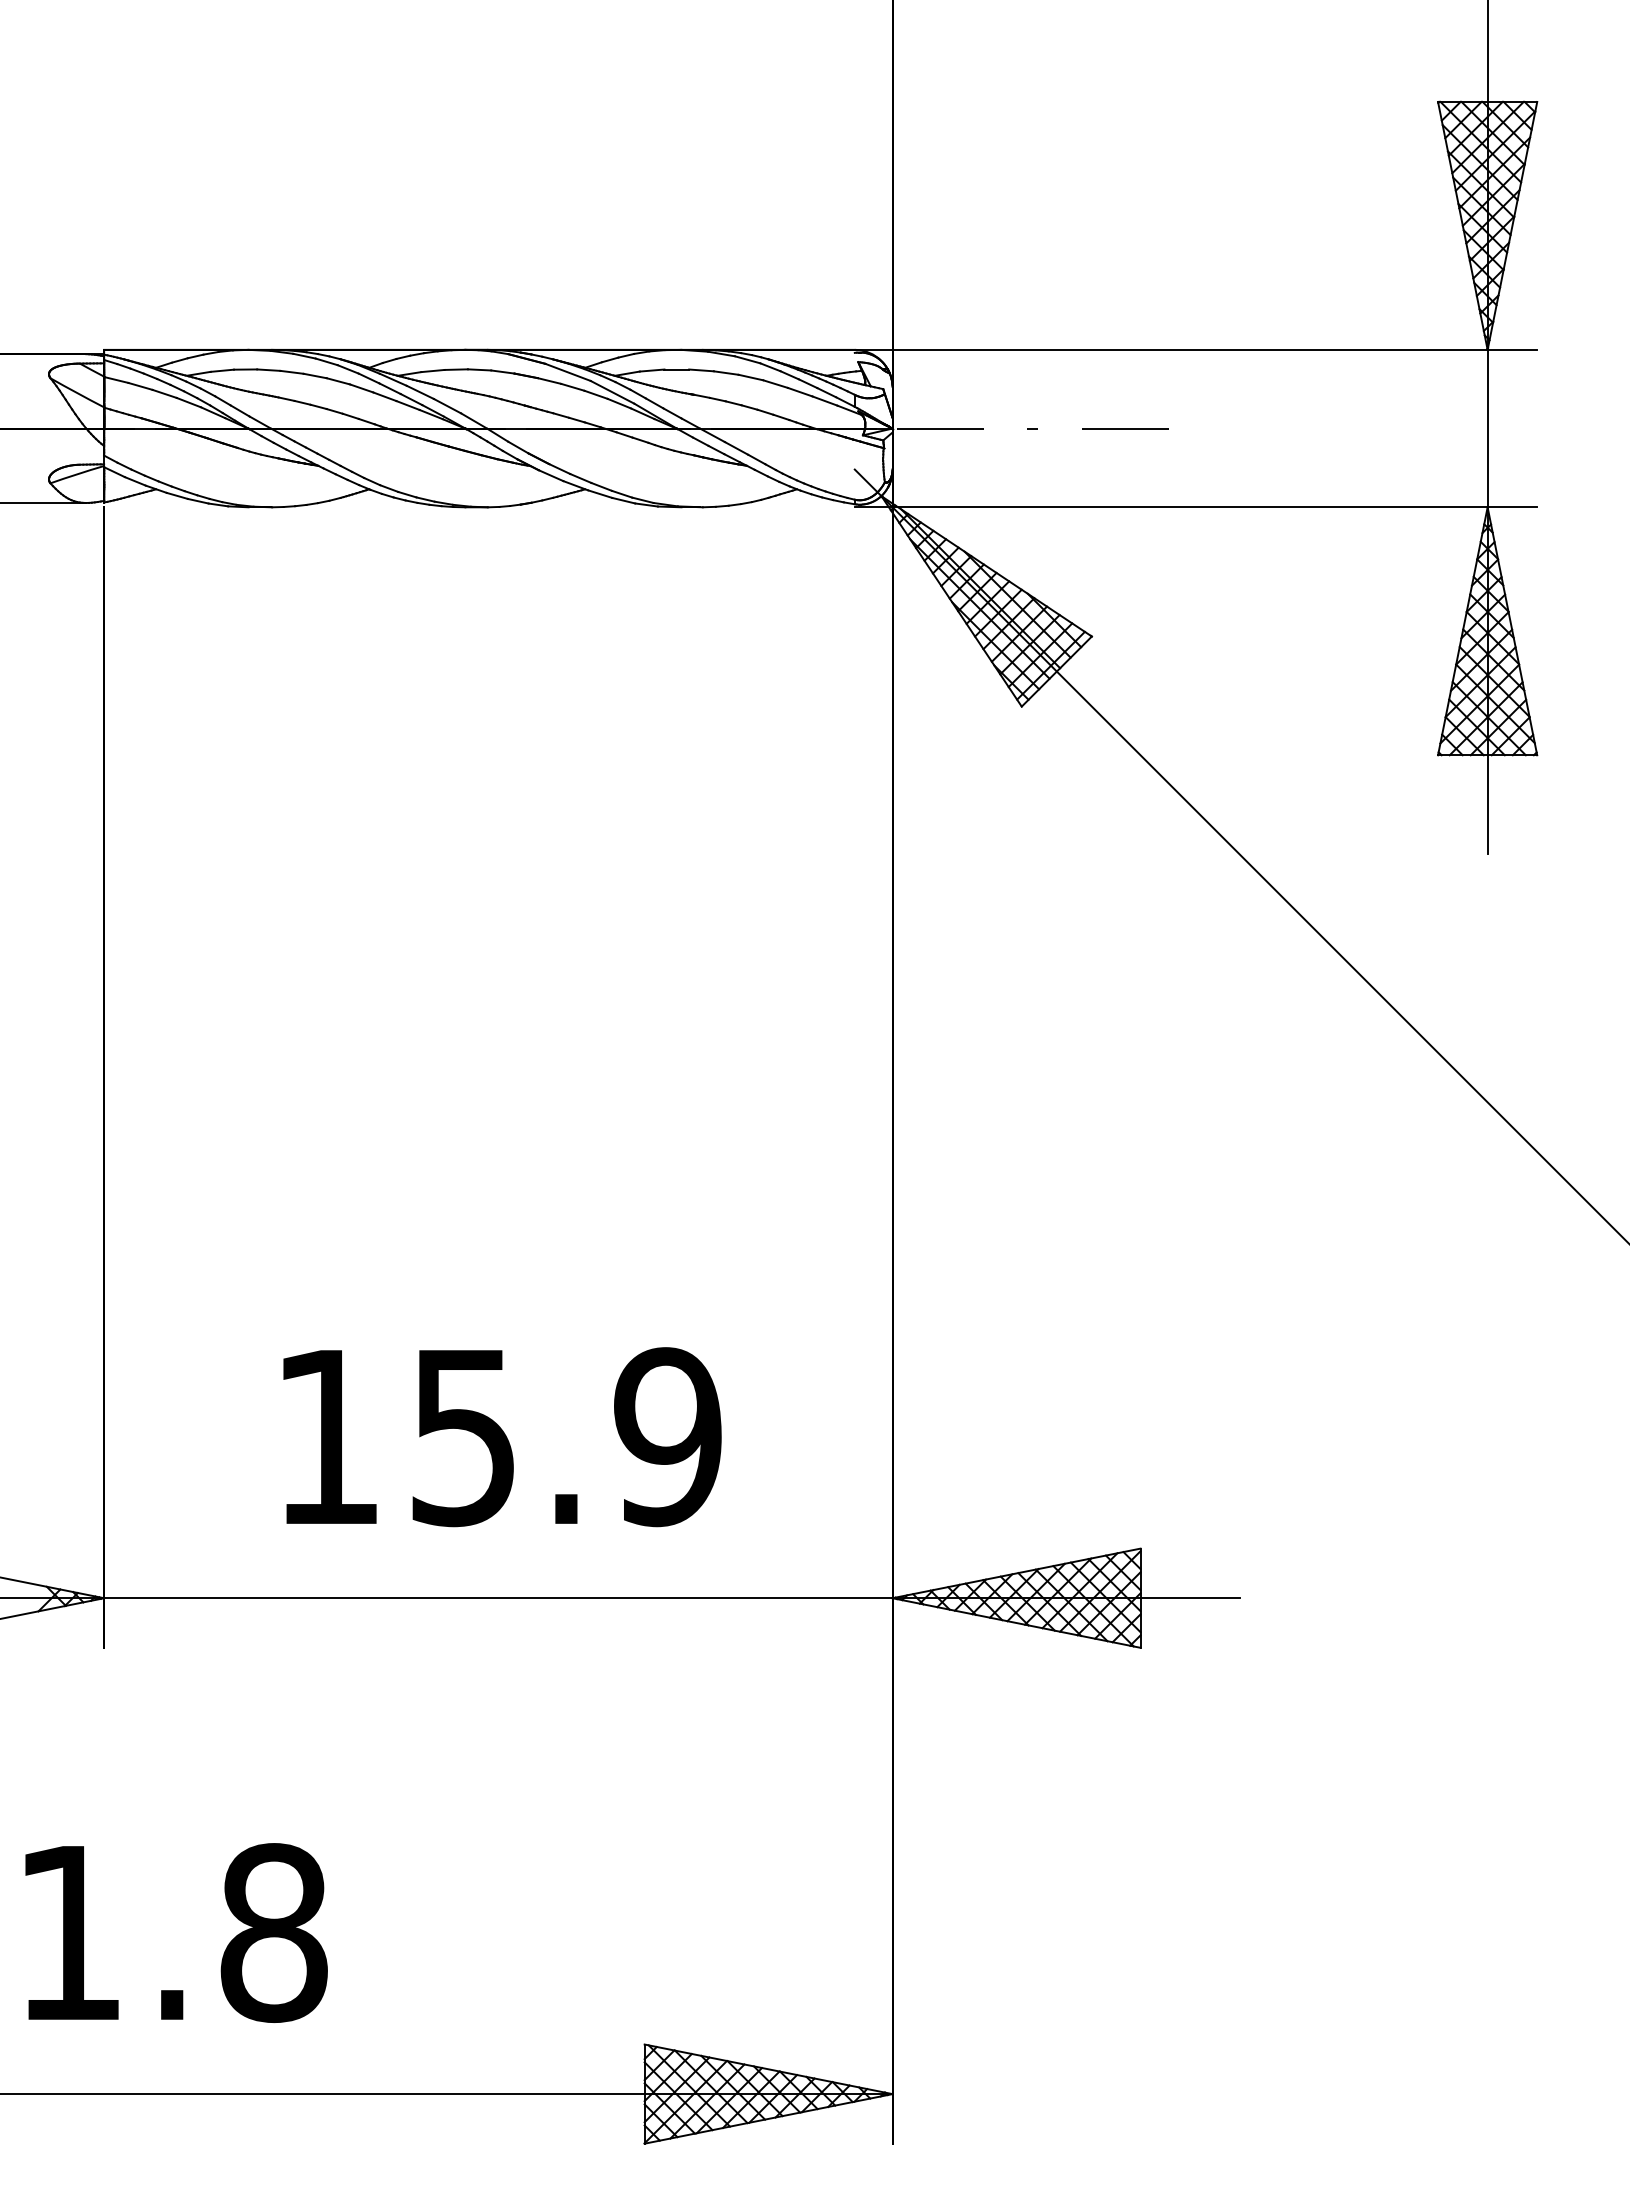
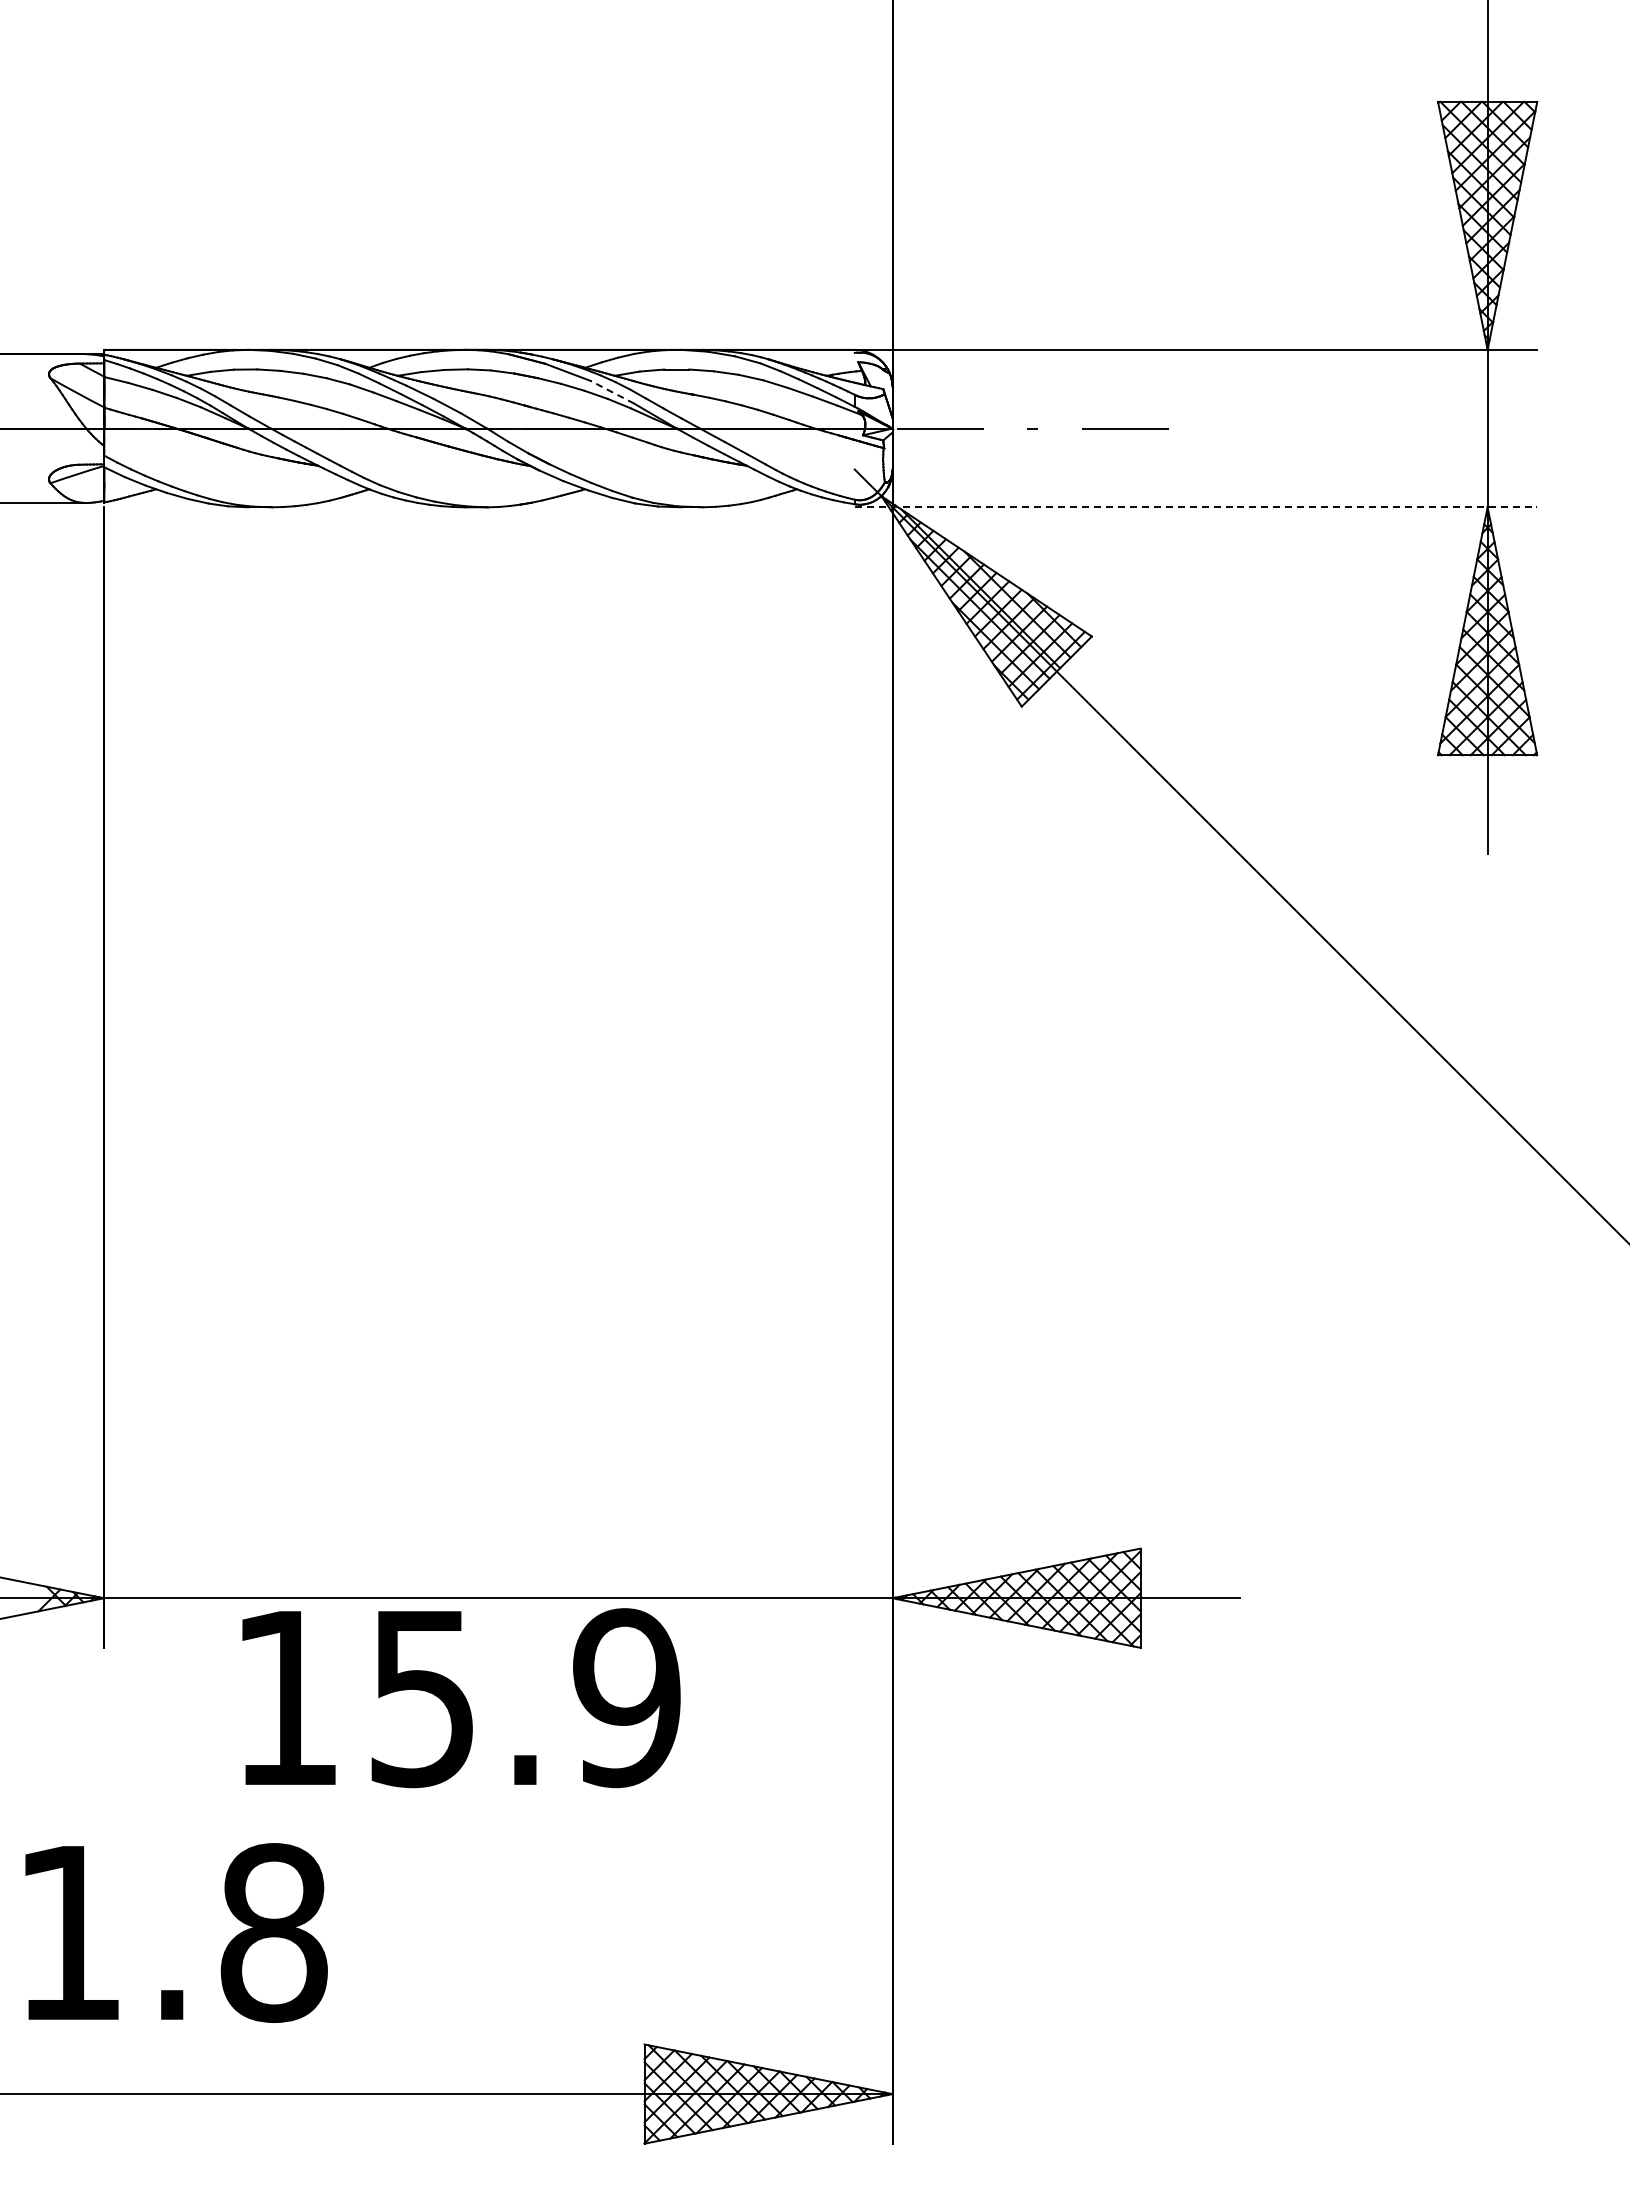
line at (612, 392): solid -> dashed
line at (1196, 507): solid -> dashed
text at (502, 1437) position: (502, 1437) -> (461, 1698)
